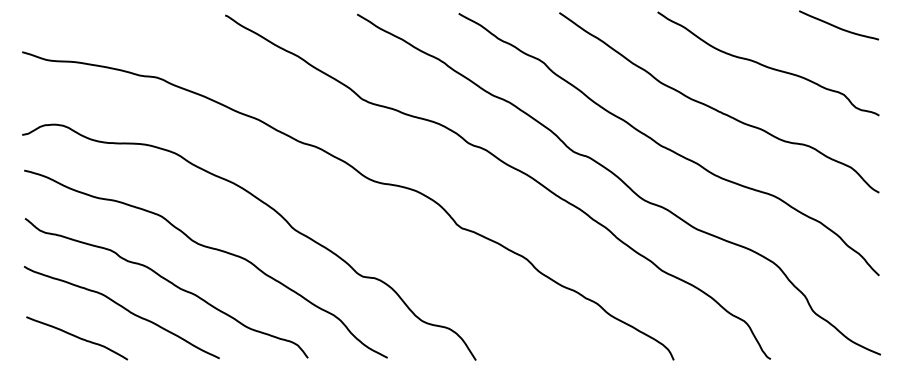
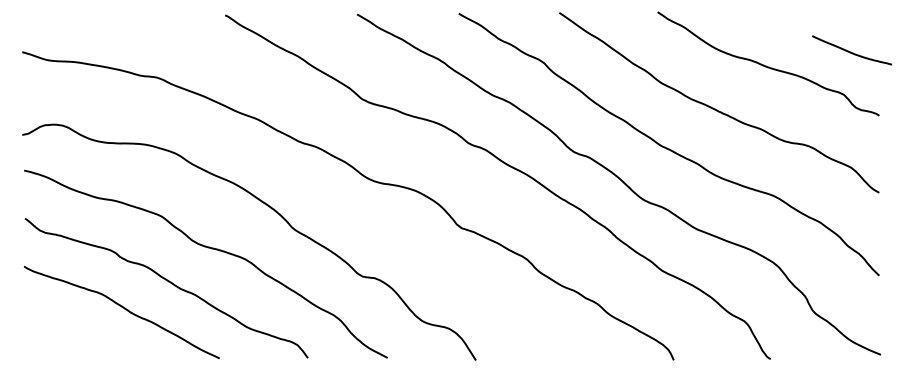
curve at (837, 26) position: (837, 26) -> (850, 51)
curve at (77, 338): present -> none
